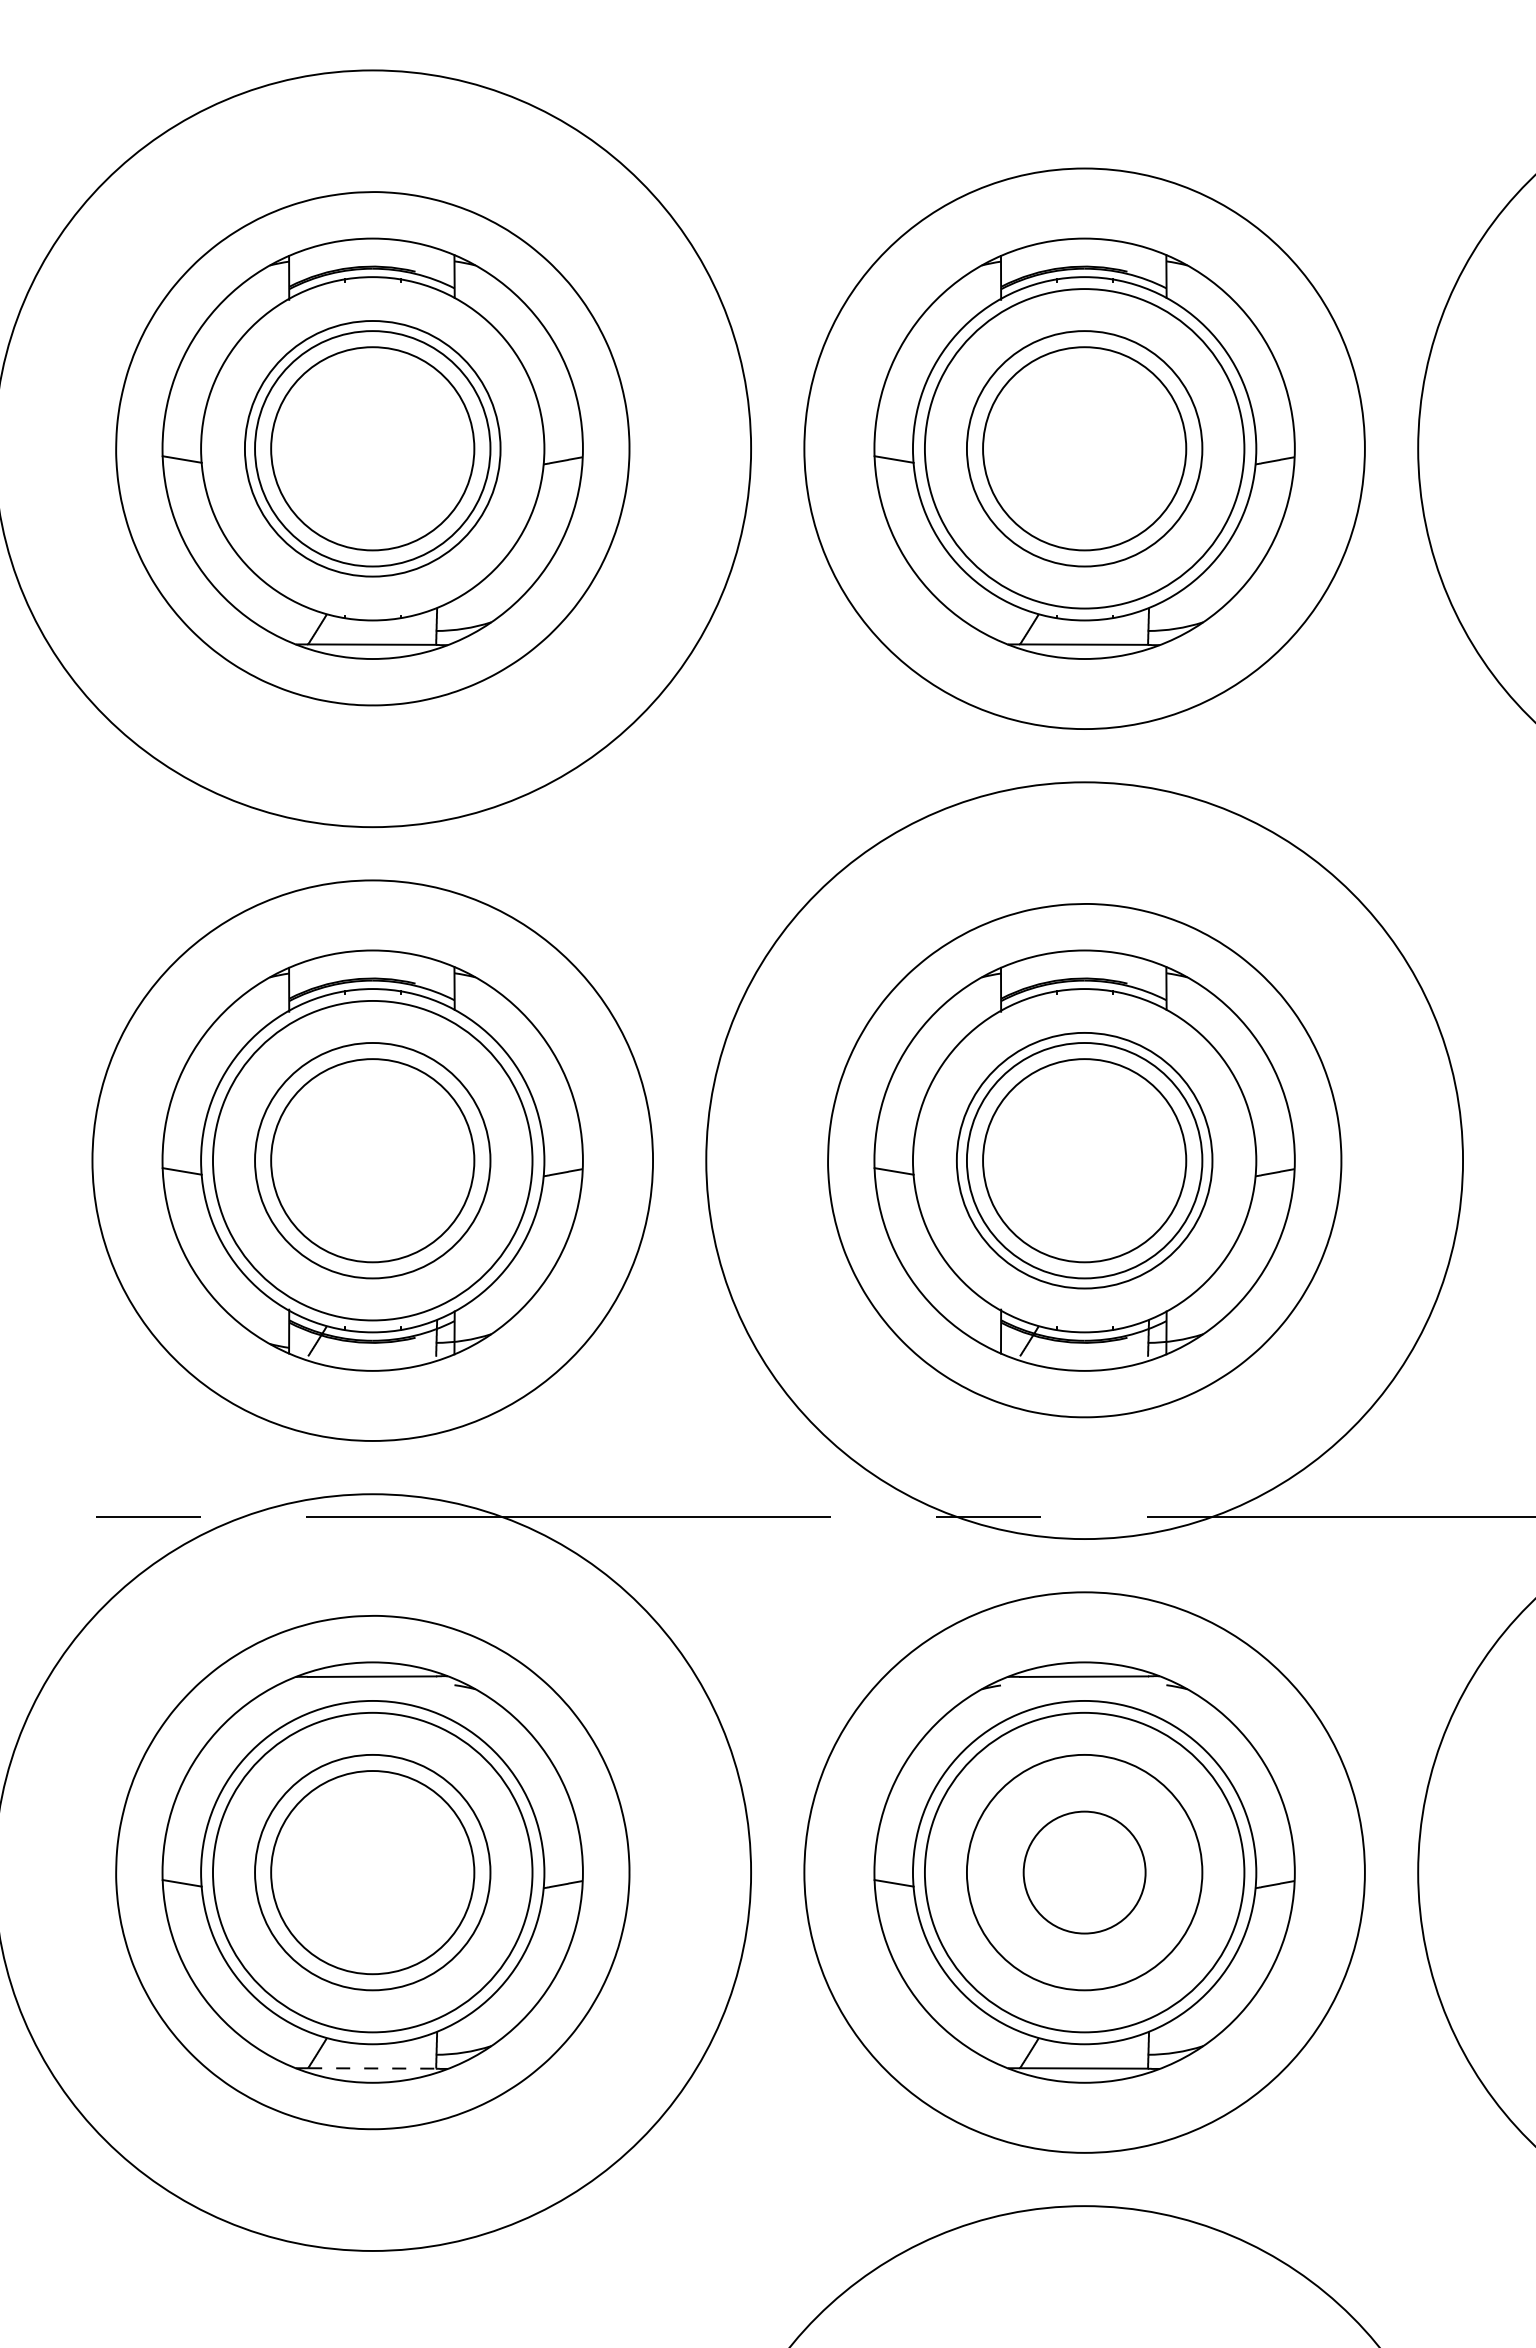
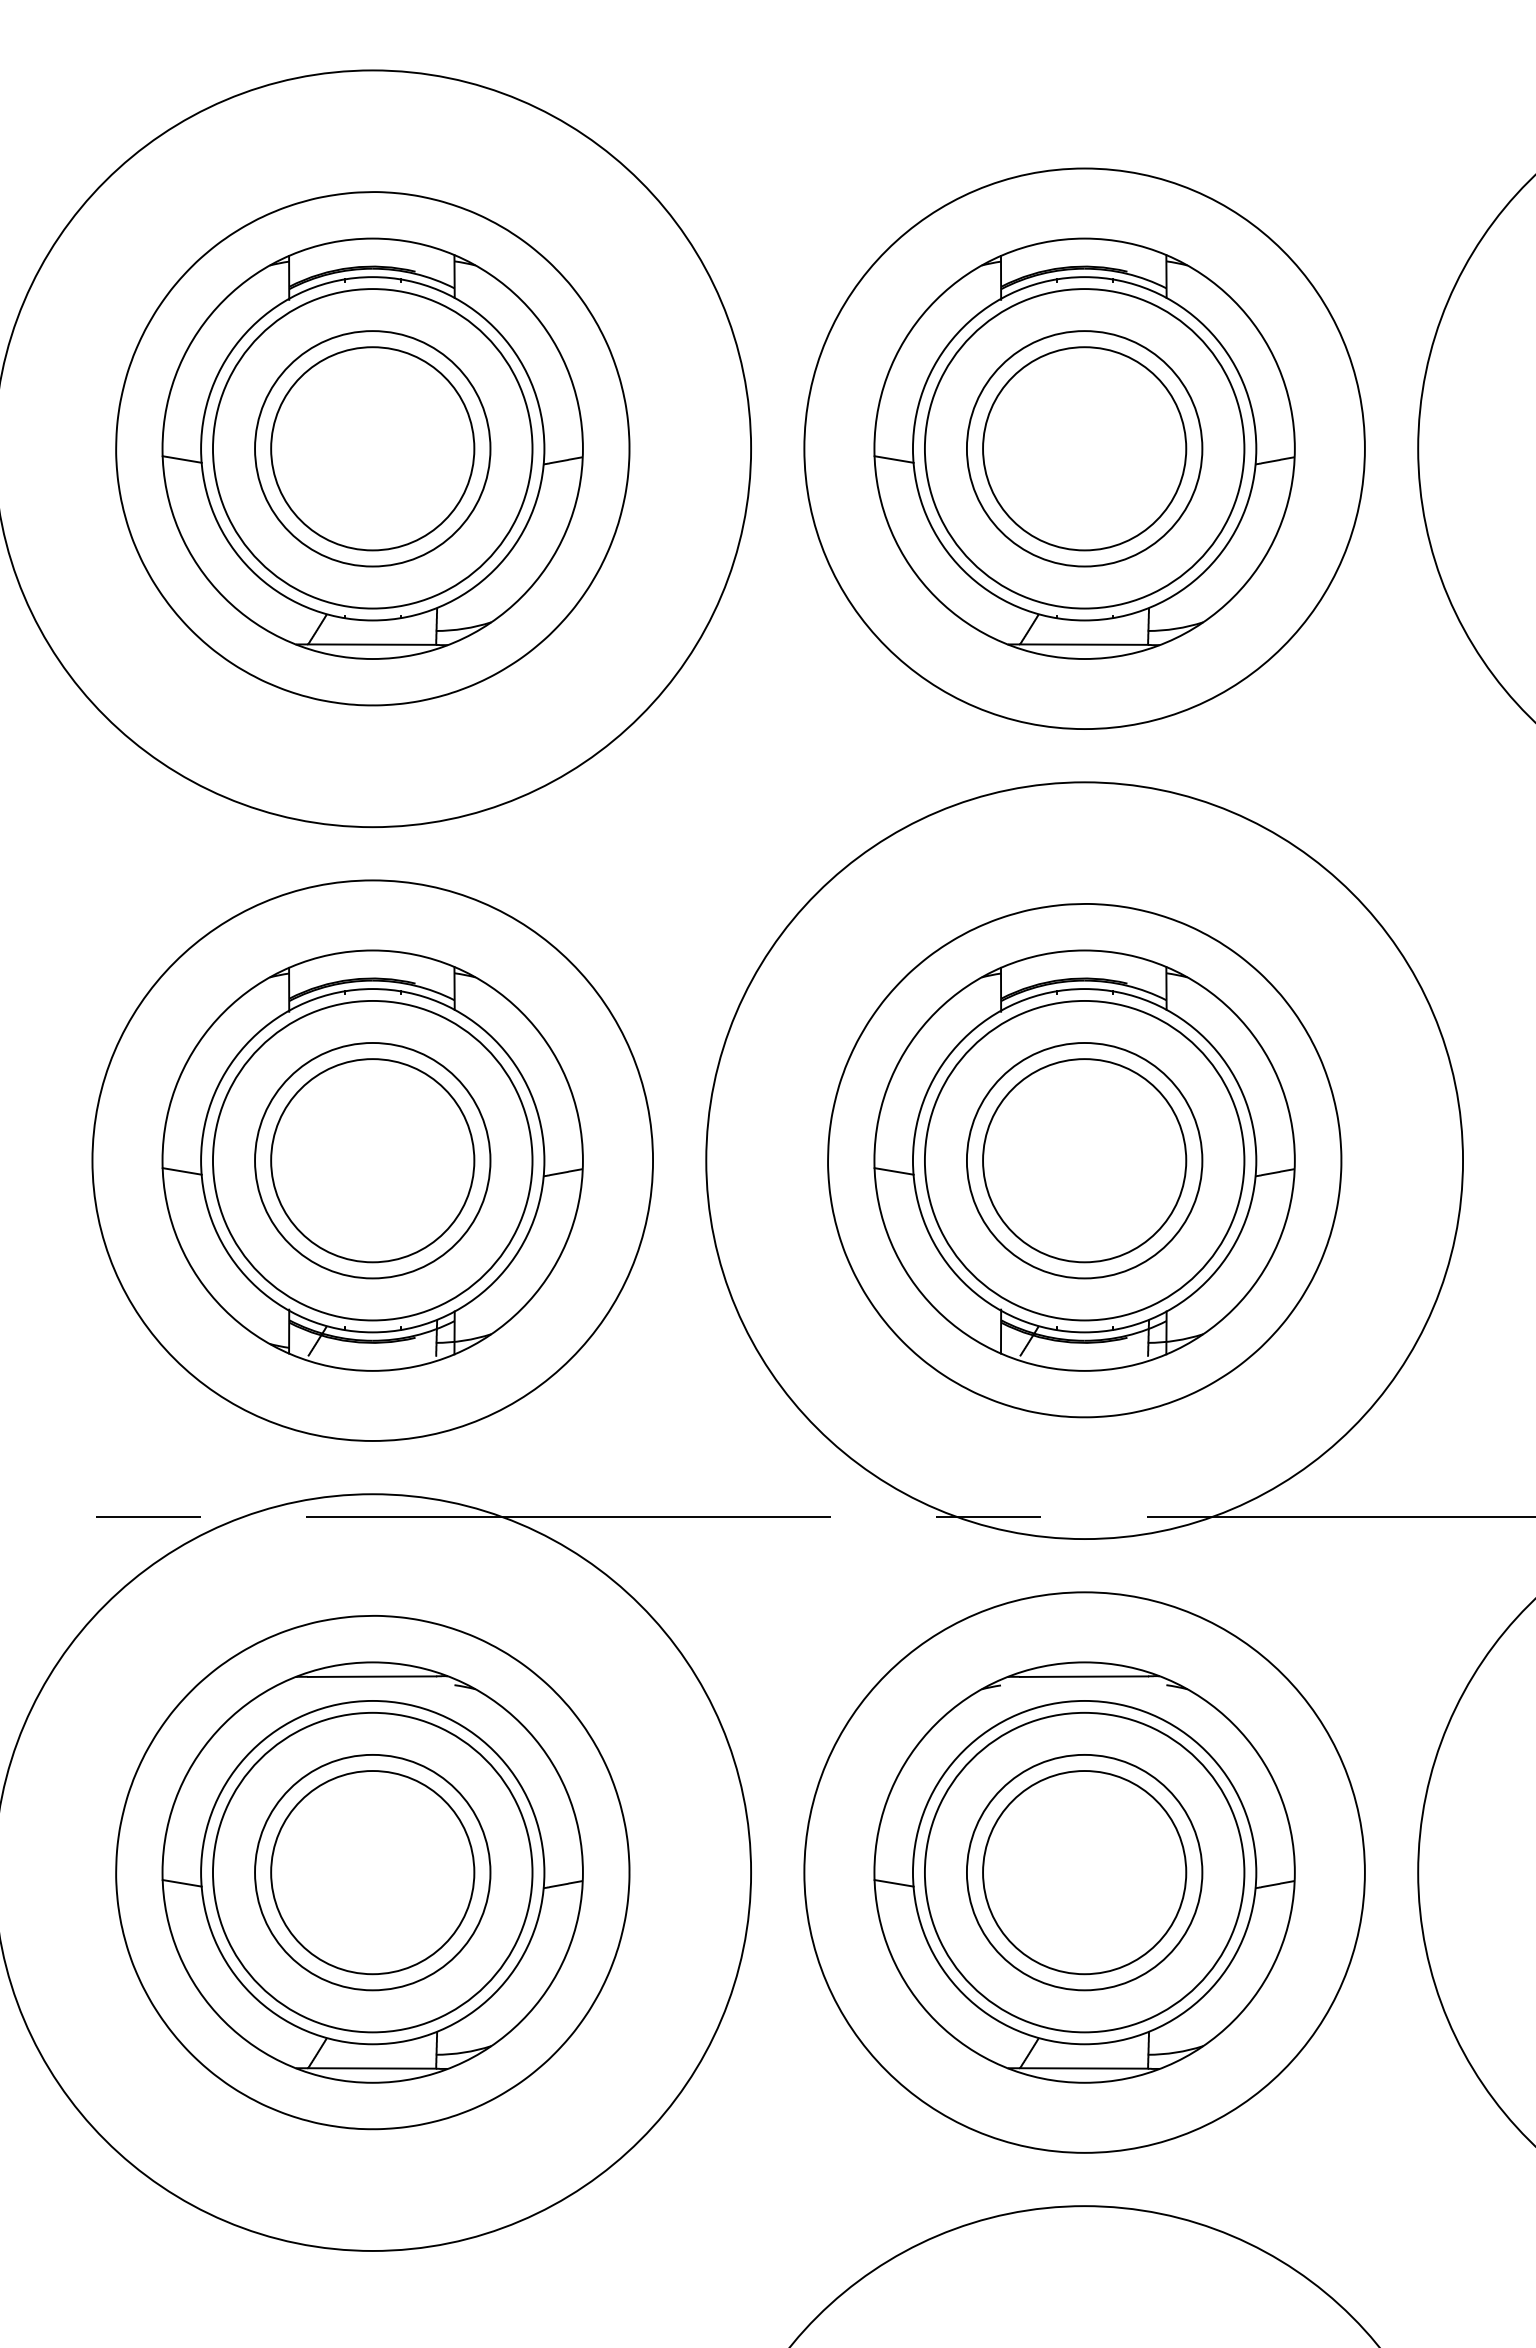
circle at (372, 448) diameter: 256 px -> 320 px
circle at (1084, 1160) diameter: 256 px -> 320 px
circle at (1084, 1872) diameter: 122 px -> 203 px
line at (372, 2068): dashed -> solid
